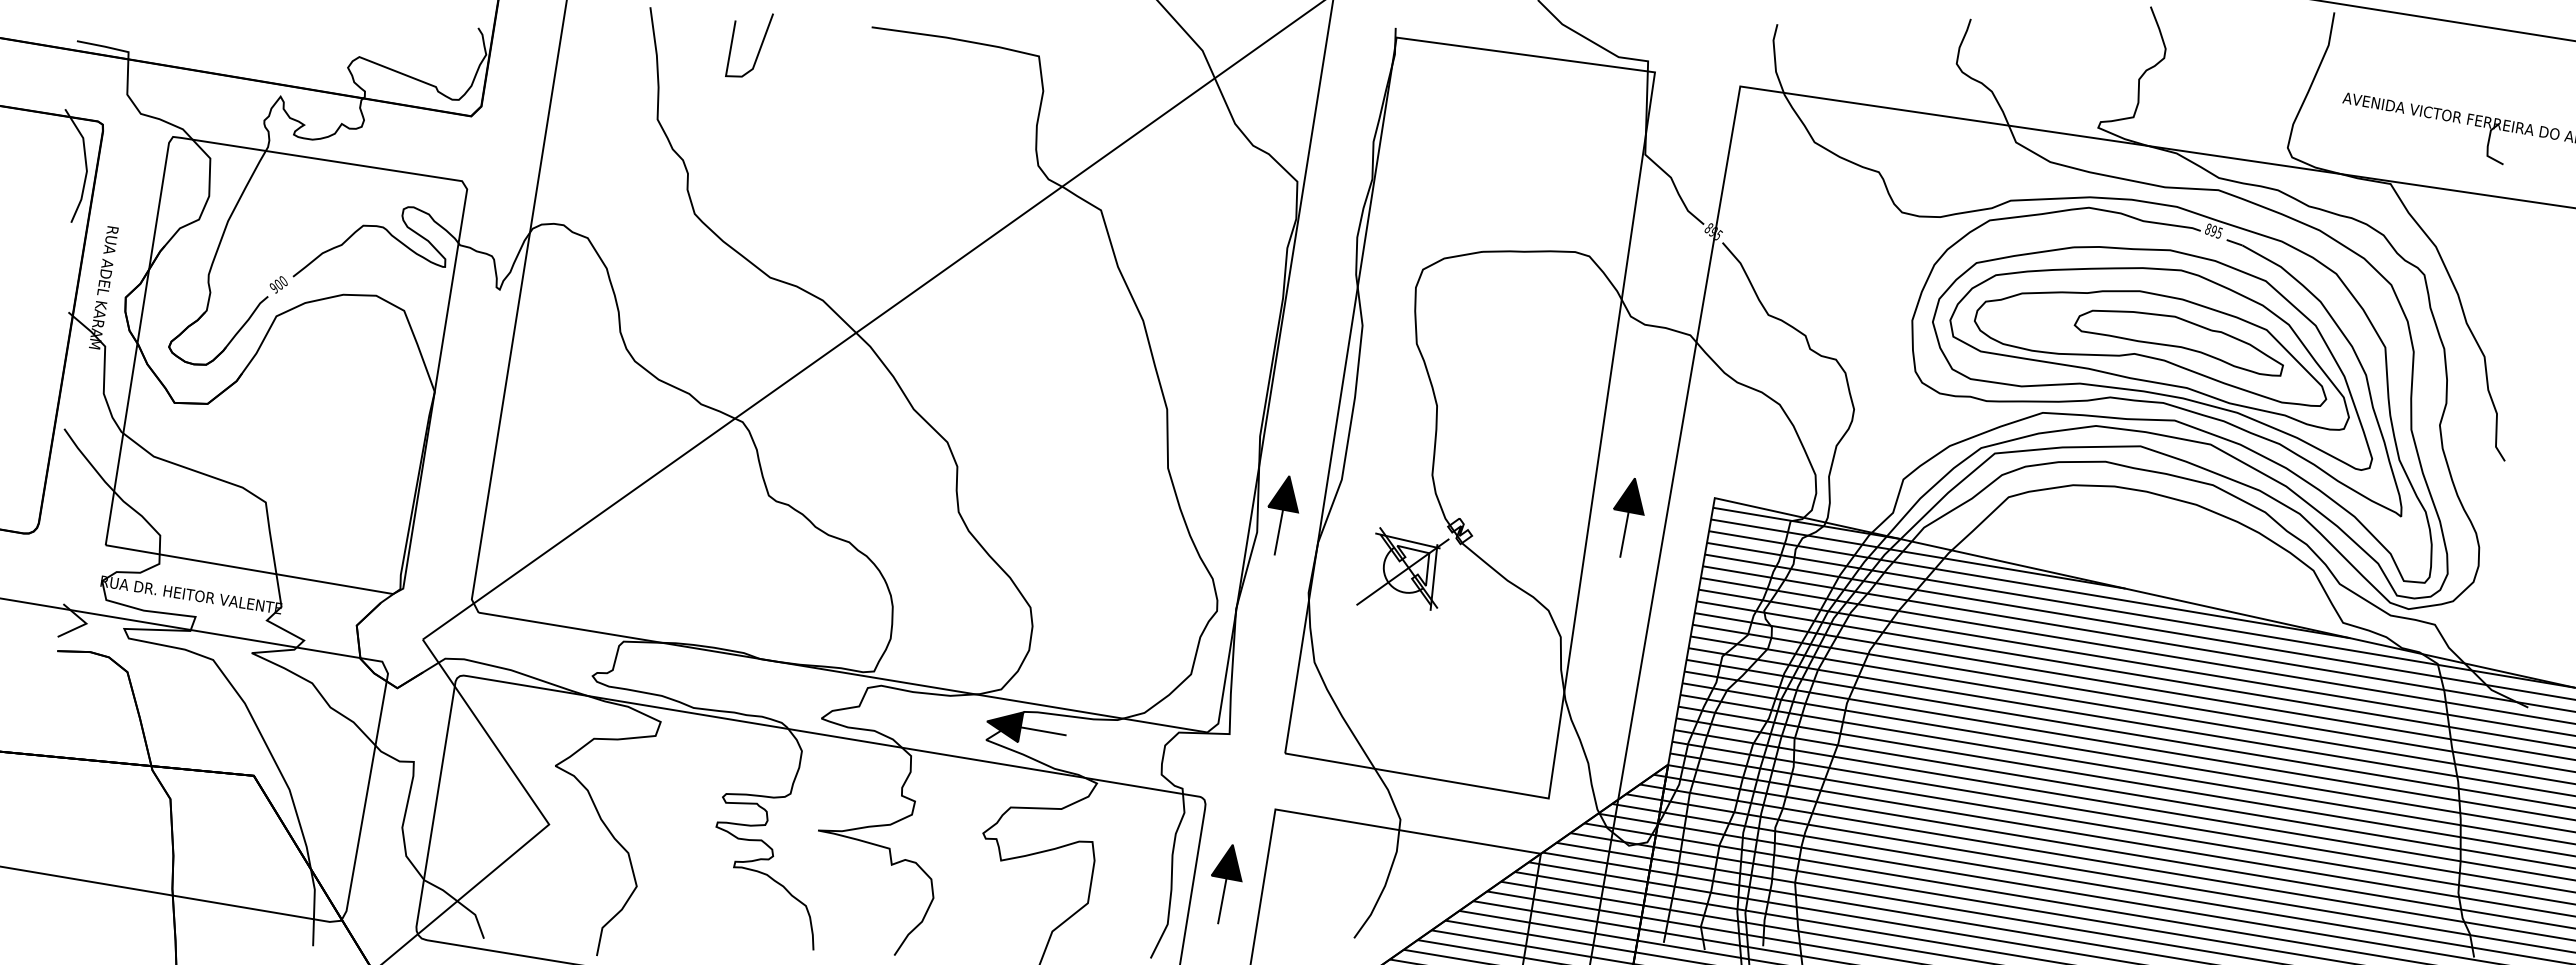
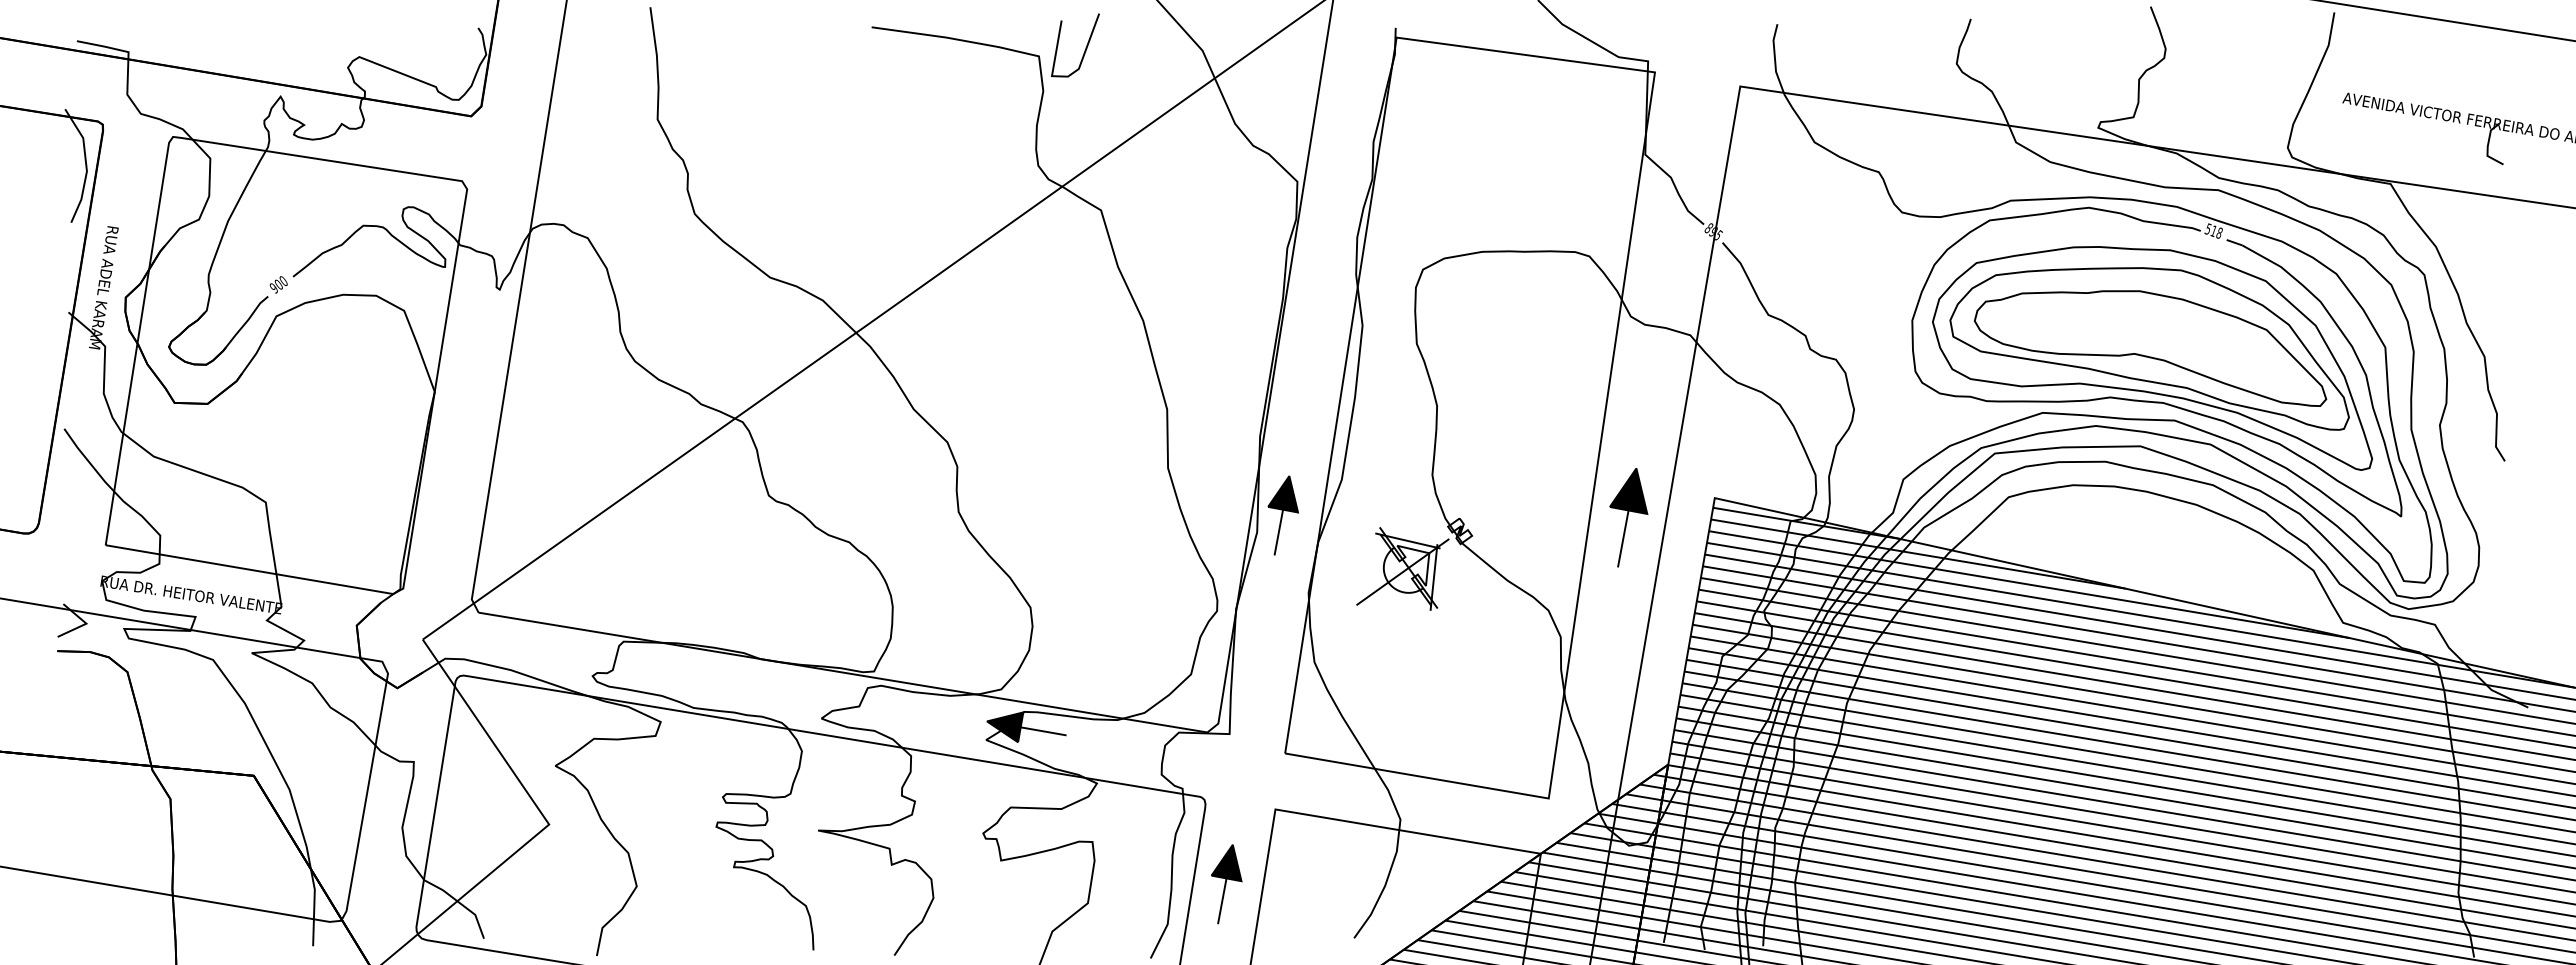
curve at (759, 47) position: (759, 47) -> (1085, 47)
text at (2213, 230): 895 -> 518
part at (2178, 342): present -> none
part at (1628, 517) size: 32x80 px -> 40x100 px
